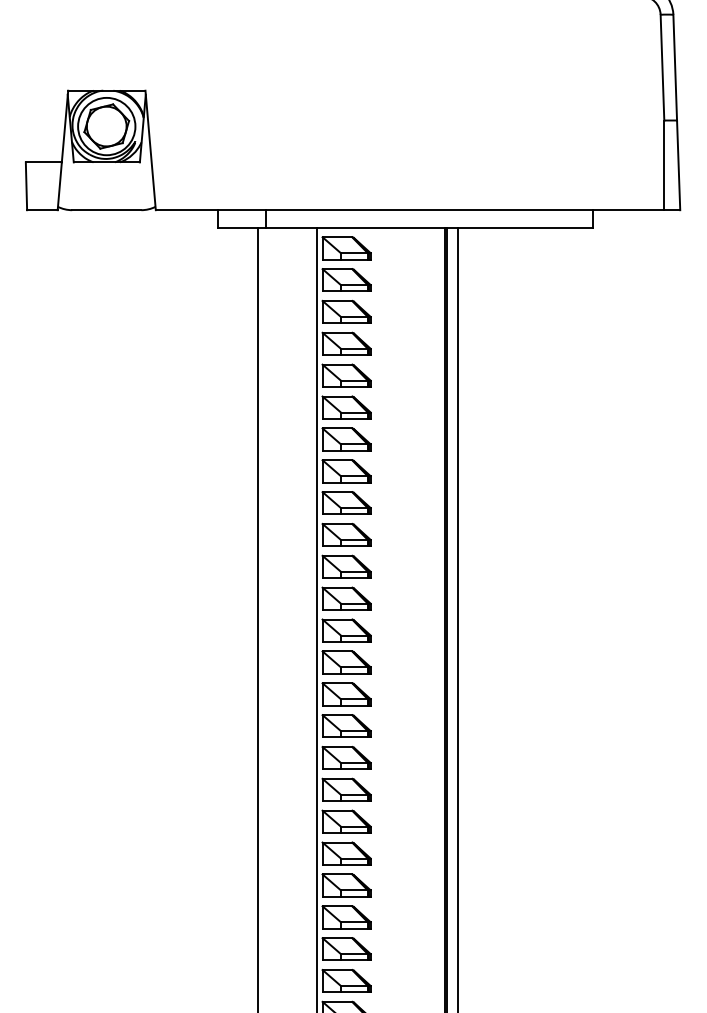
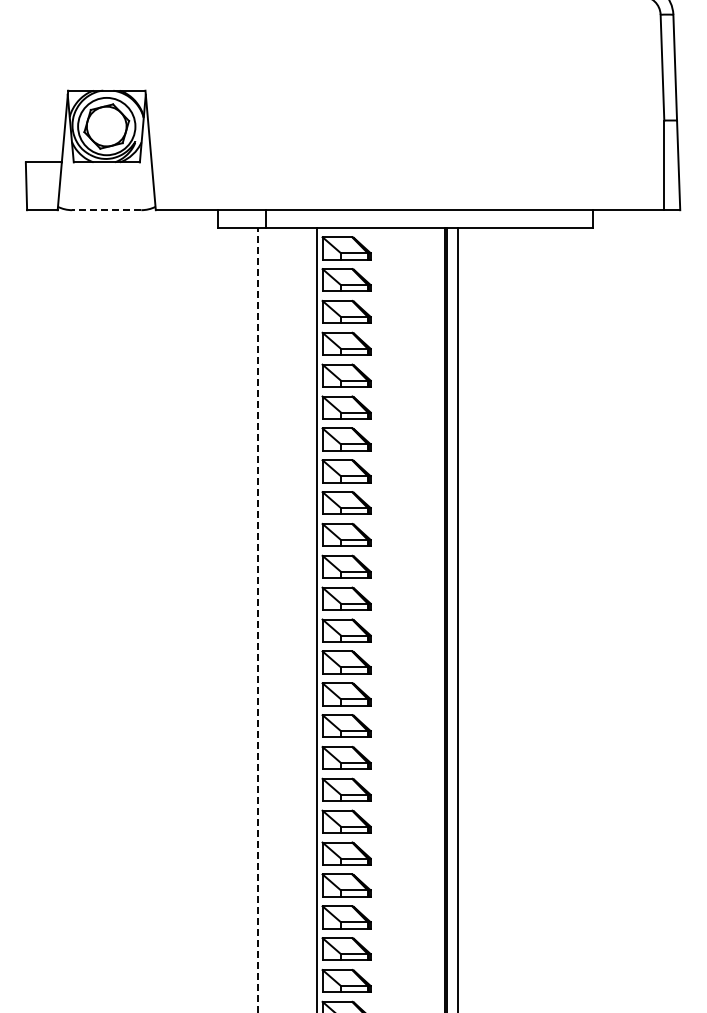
line at (106, 210): solid -> dashed
line at (257, 619): solid -> dashed
